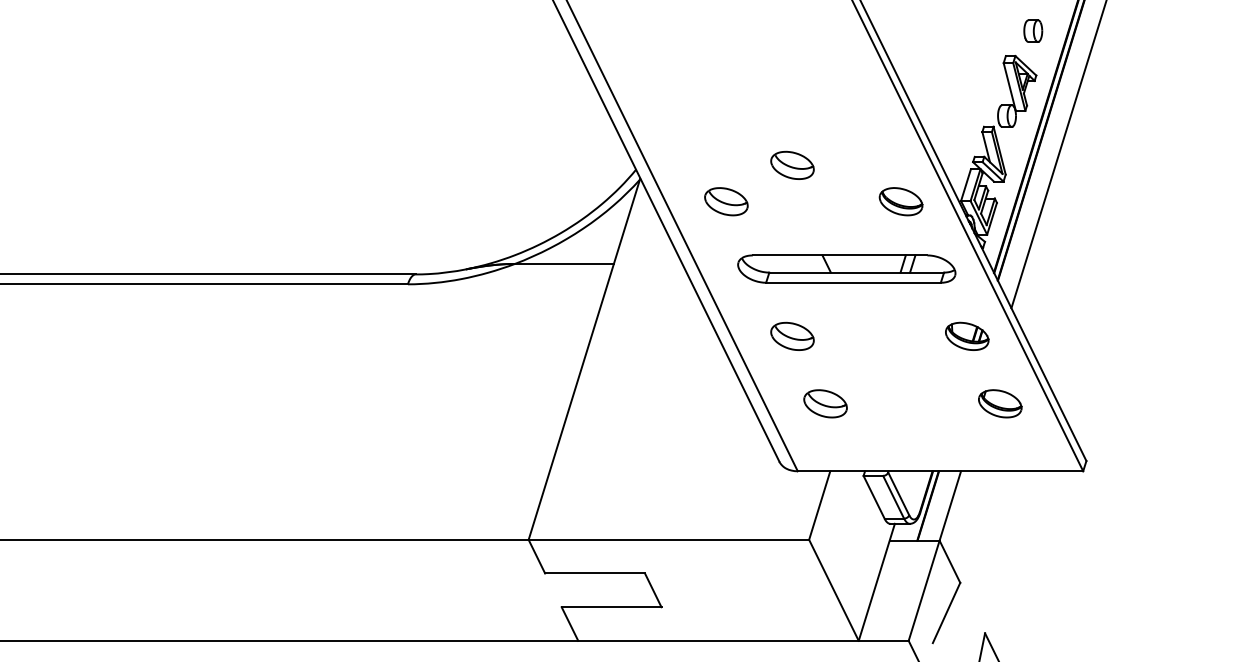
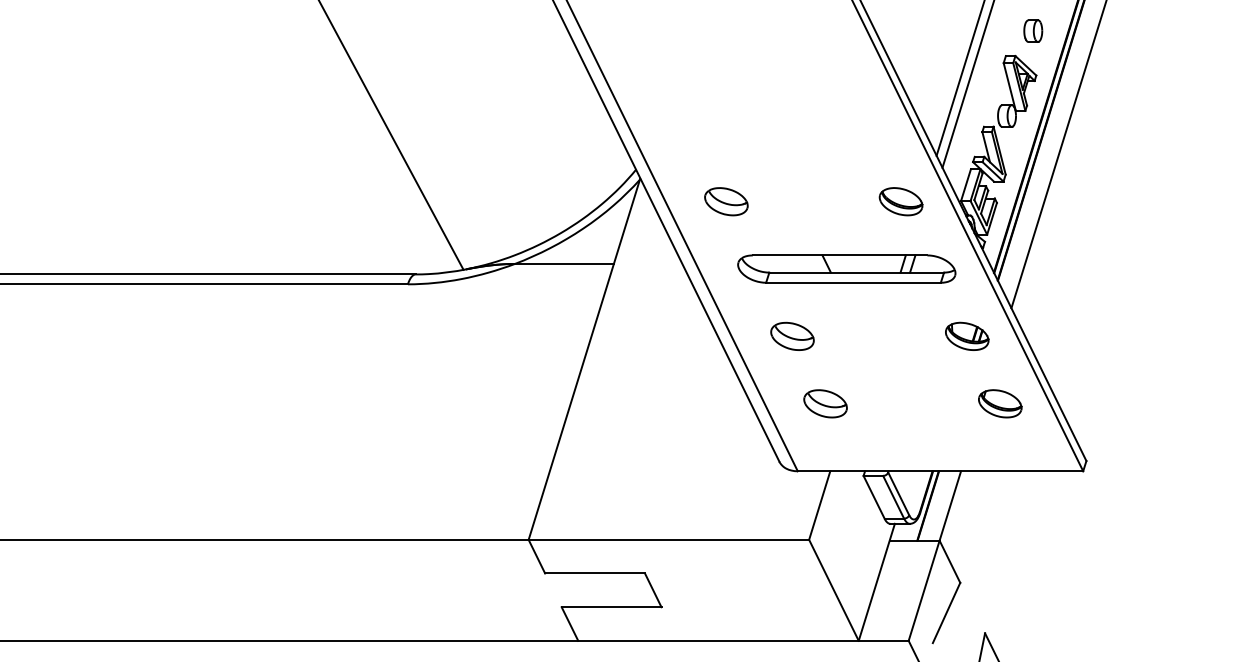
line at (959, 78): none -> present
line at (967, 84): none -> present
line at (391, 135): none -> present
part at (792, 164): present -> none
